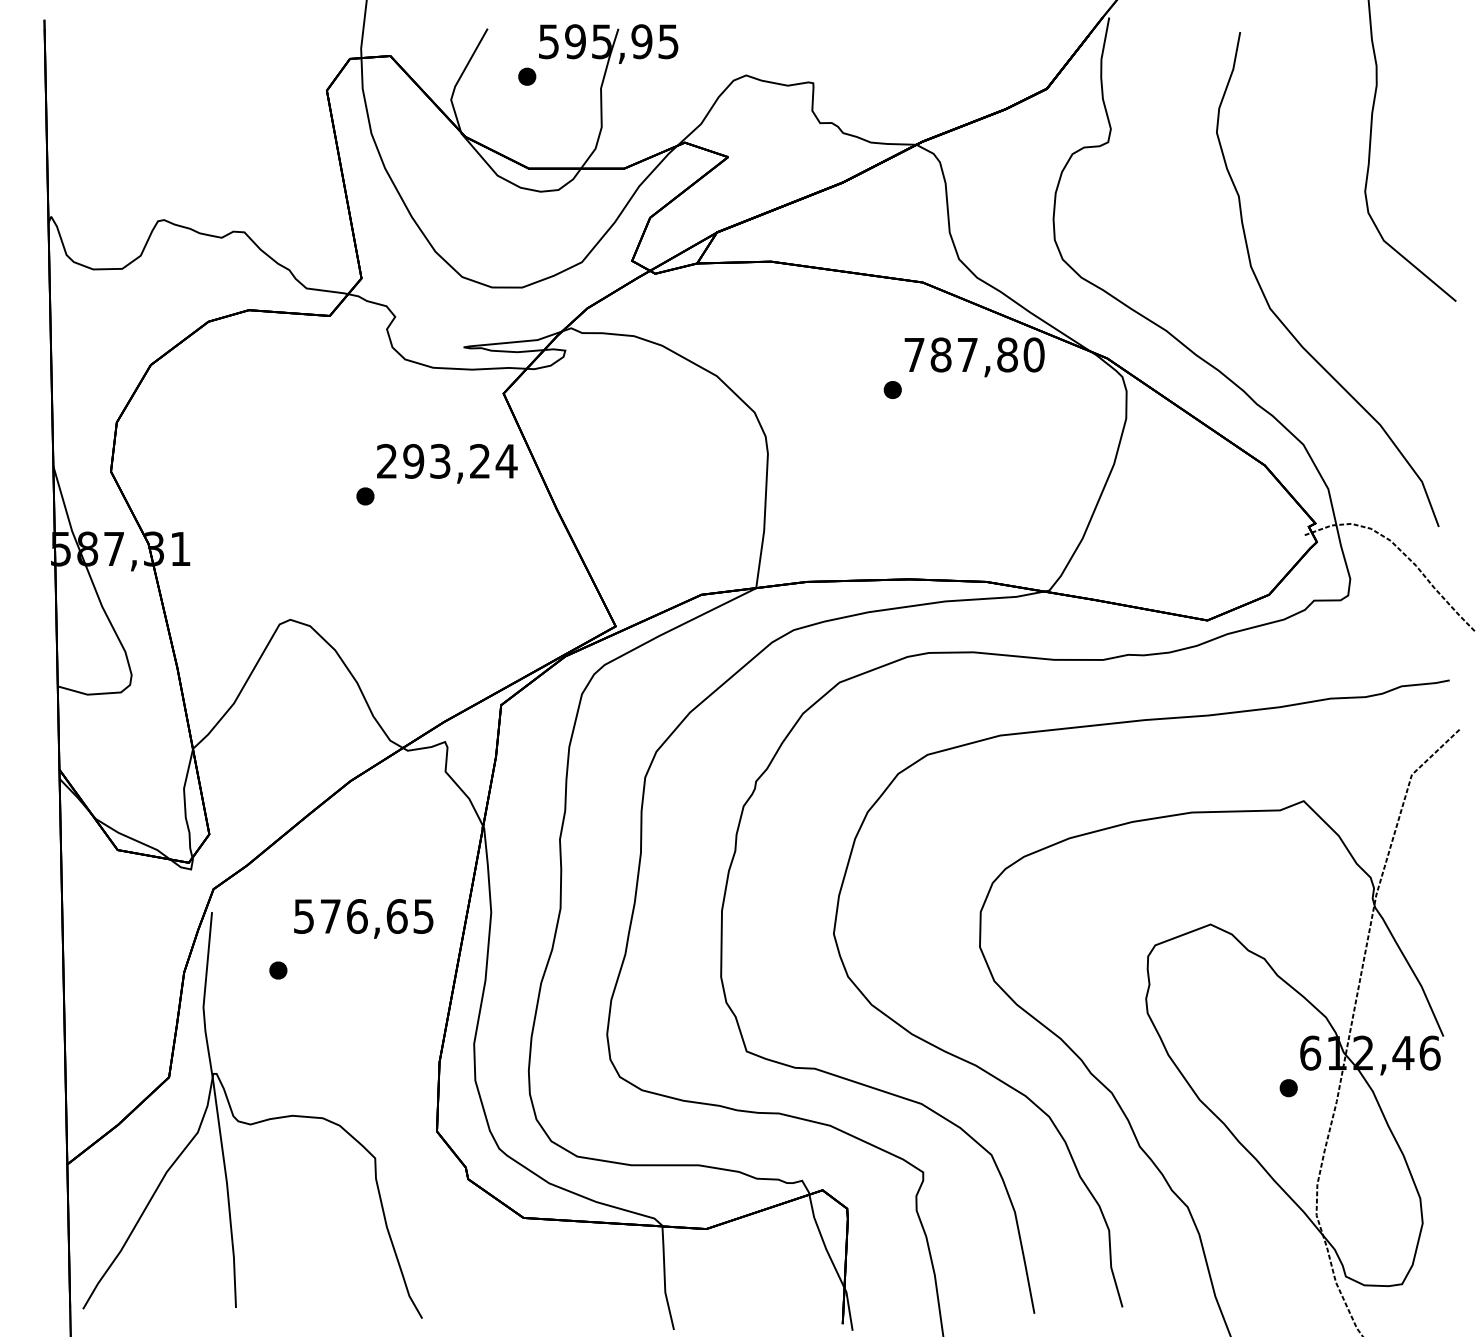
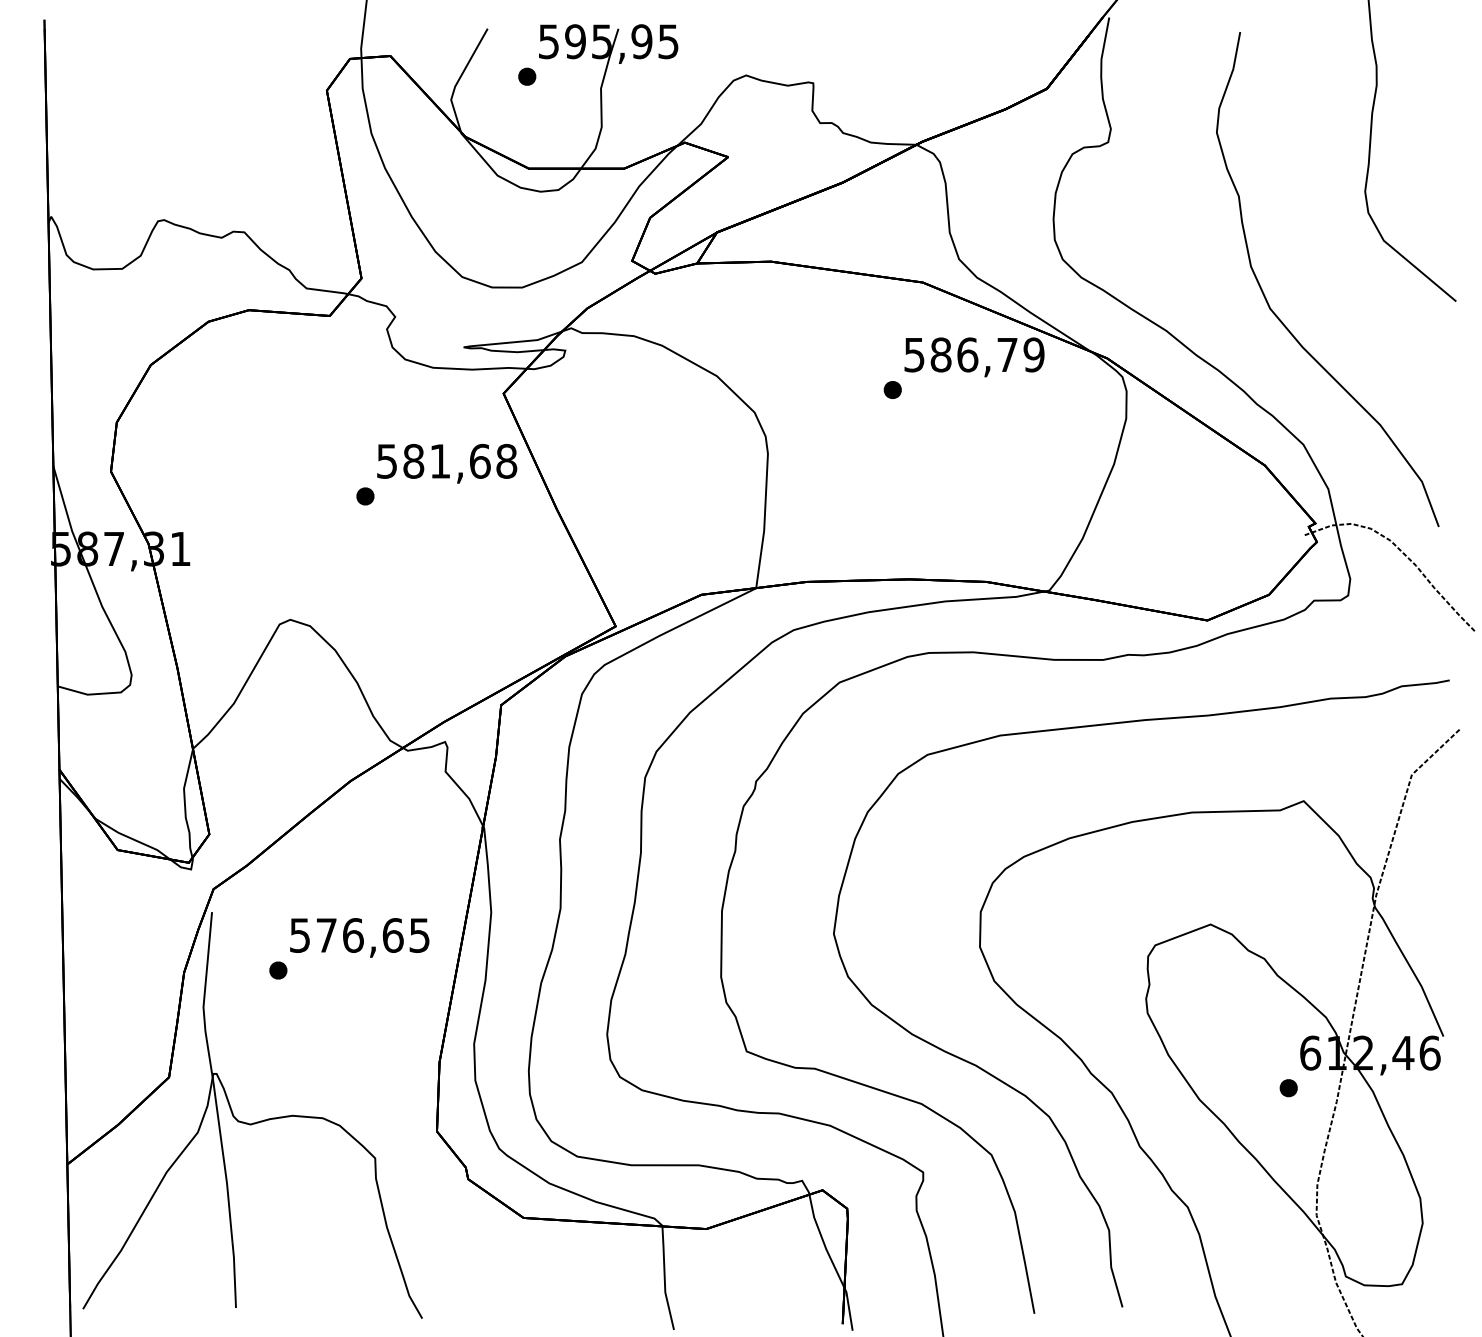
text at (974, 354): 787,80 -> 586,79
text at (447, 460): 293,24 -> 581,68
text at (363, 918) position: (363, 918) -> (359, 937)
